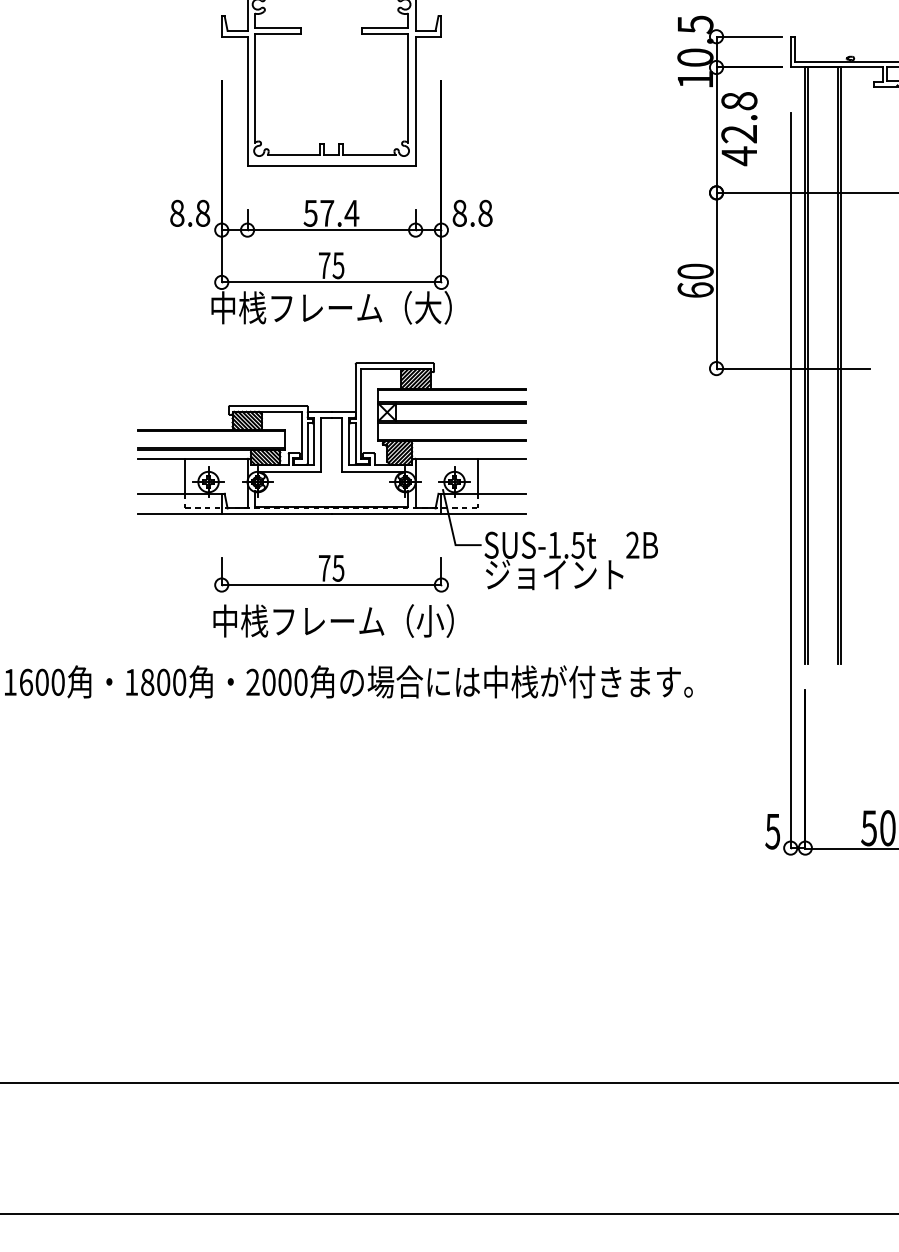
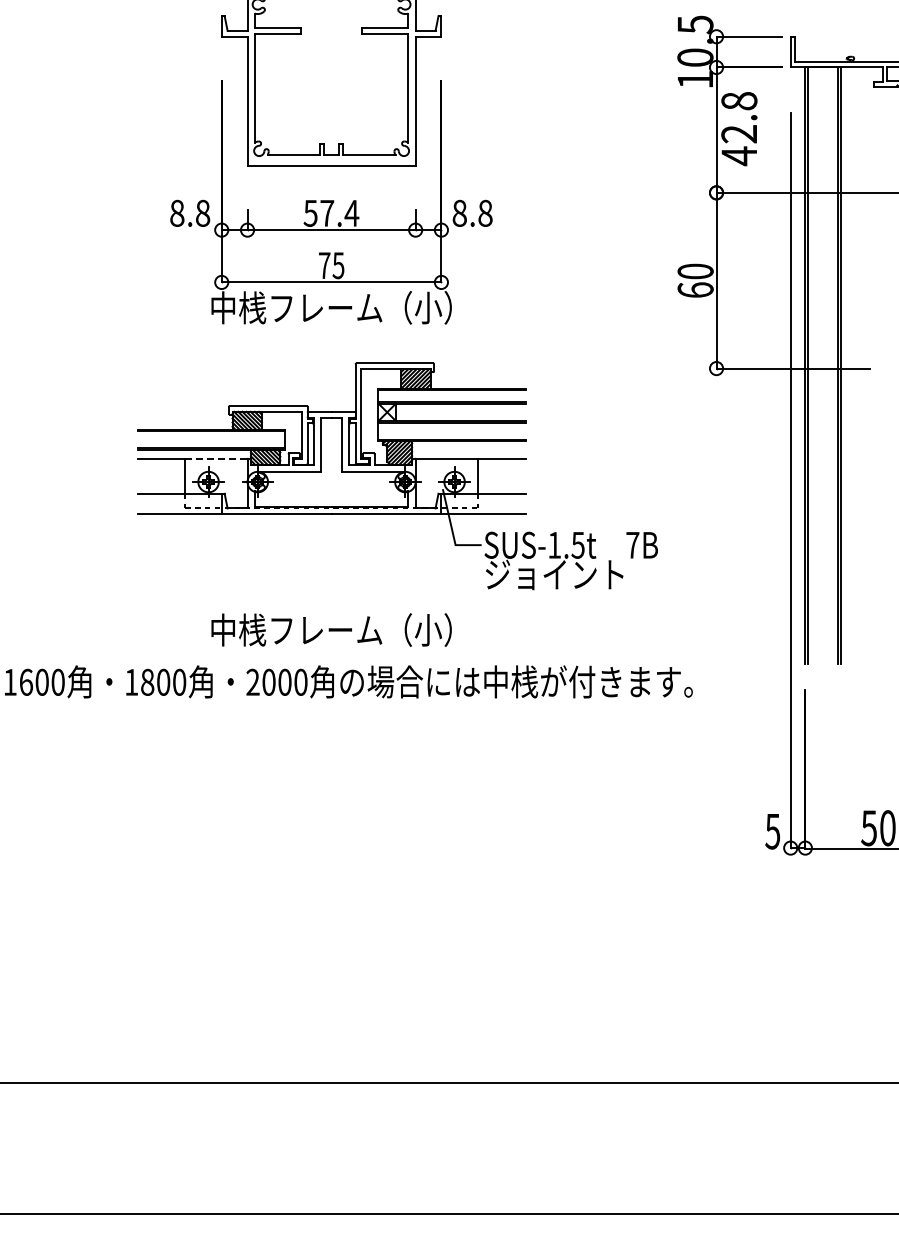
text at (428, 307): 中桟フレーム（大） -> 中桟フレーム（小）
line at (216, 458): solid -> dashed
text at (632, 544): 2B -> 7B
part at (331, 573): present -> none
text at (333, 620) position: (333, 620) -> (331, 629)
